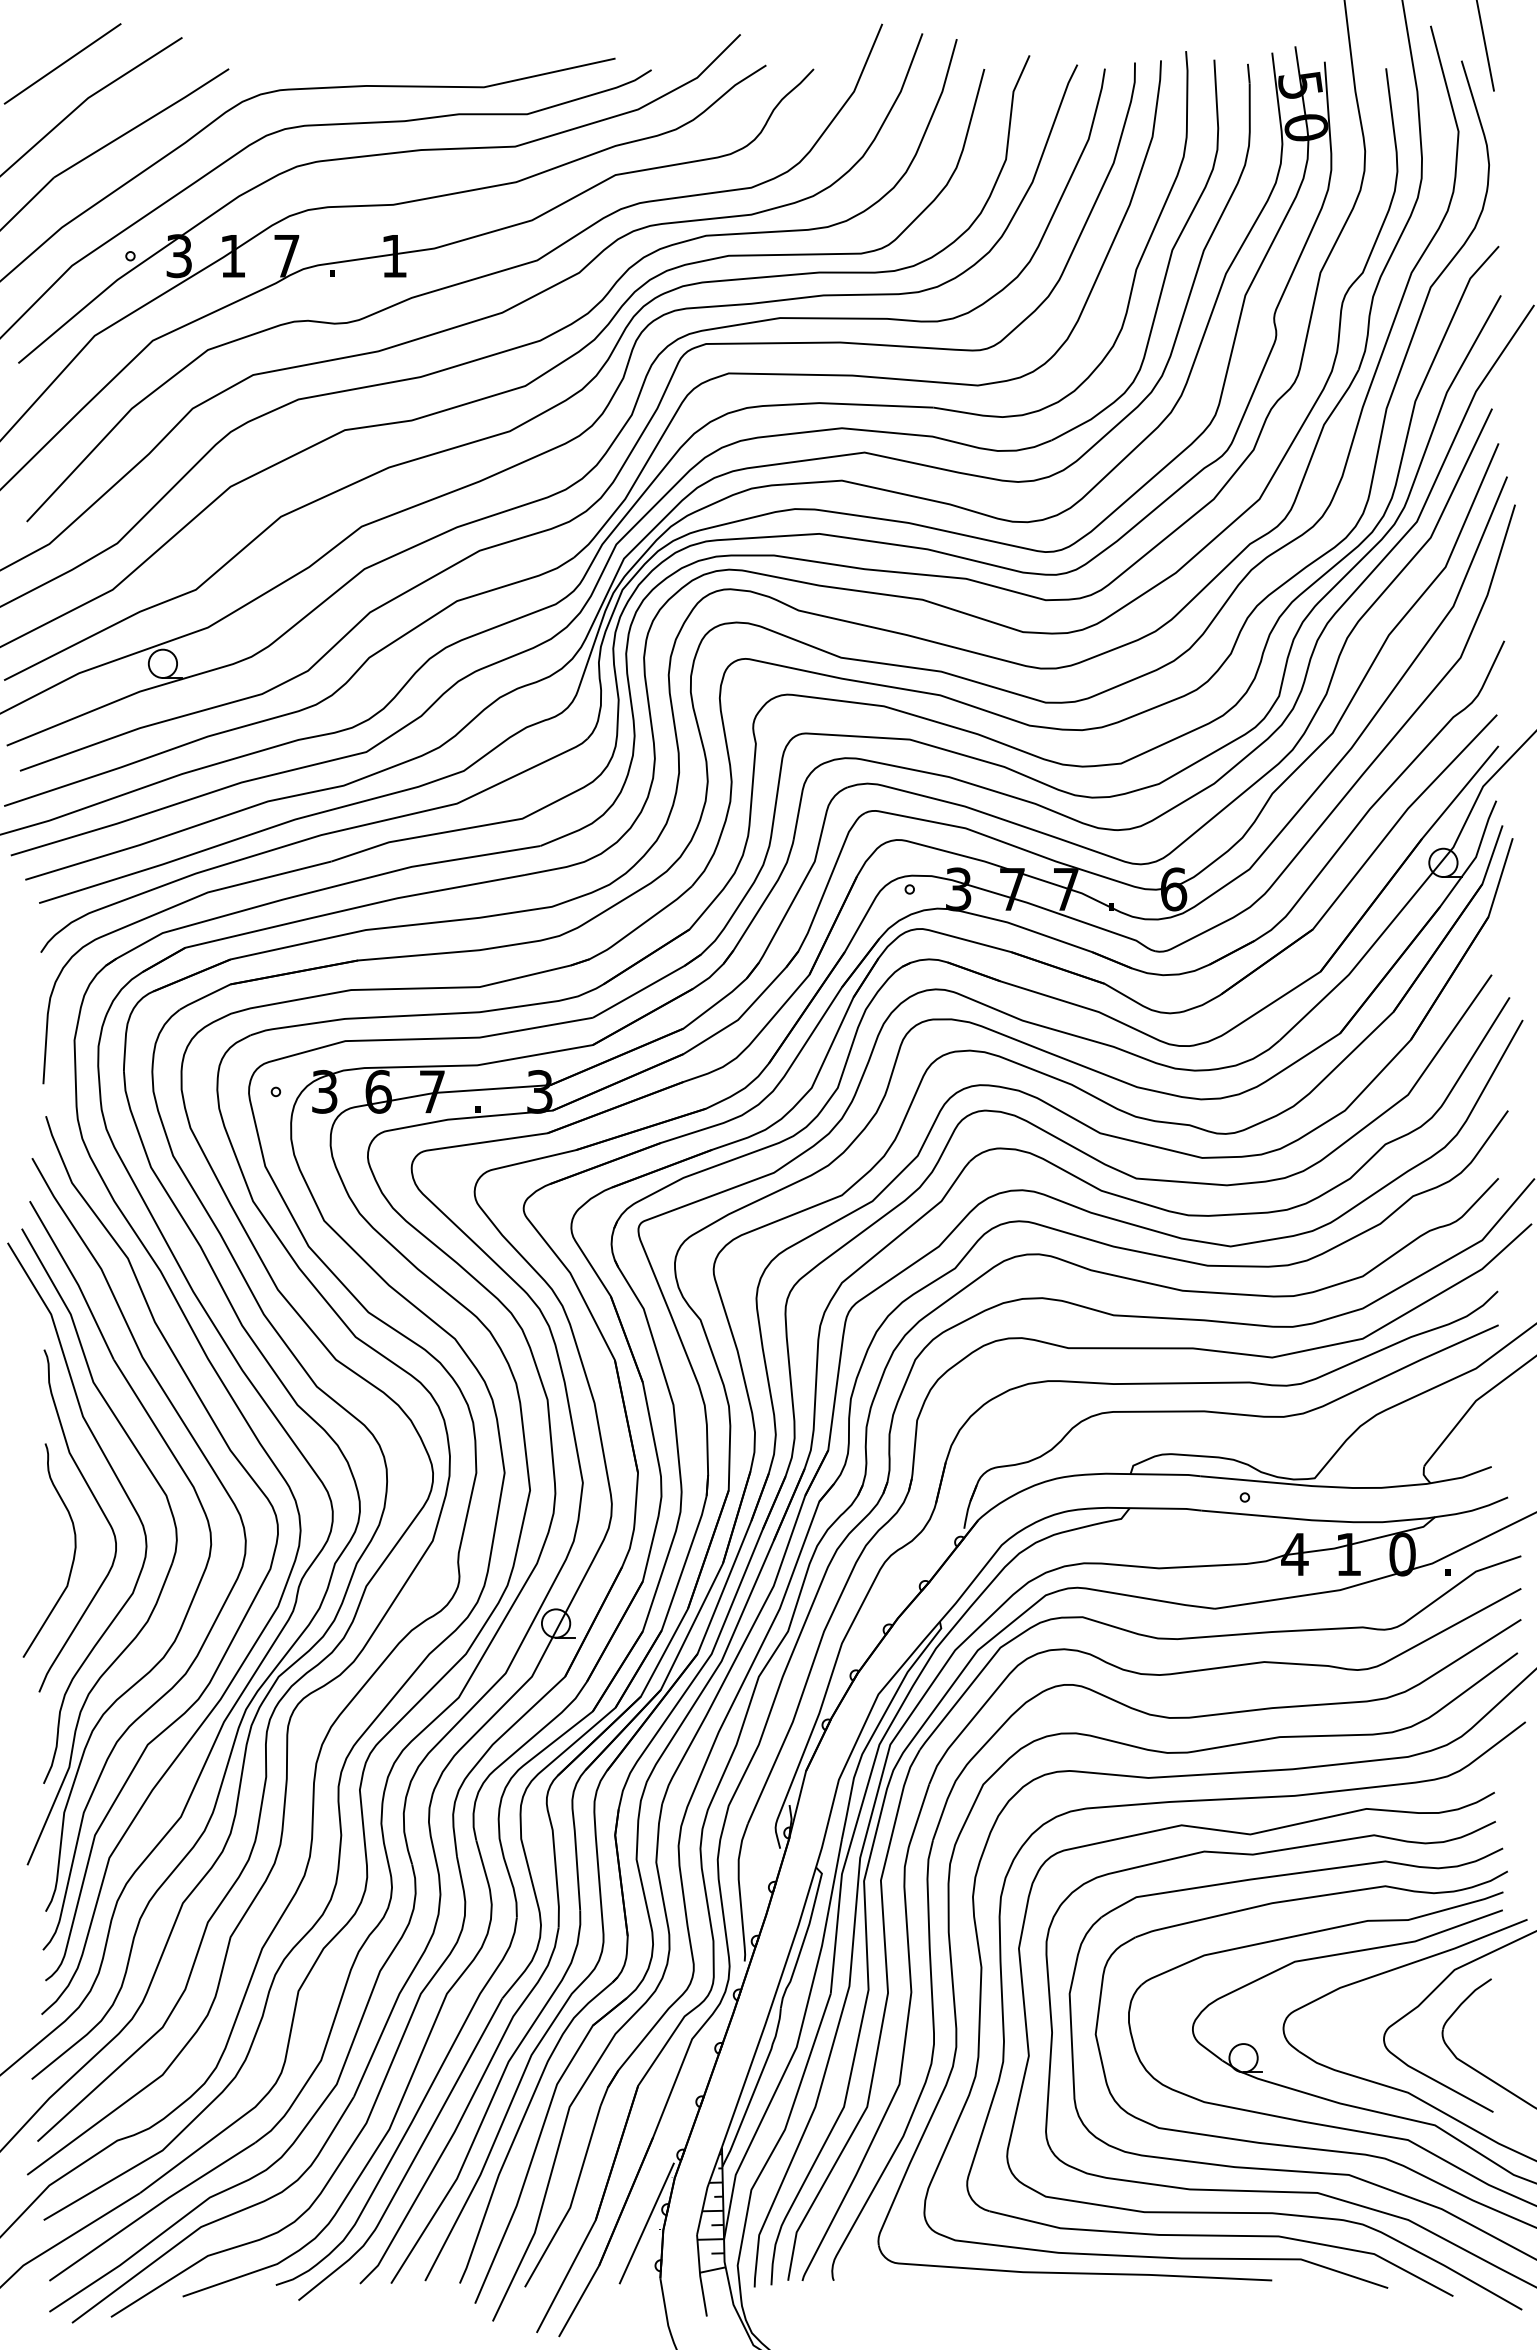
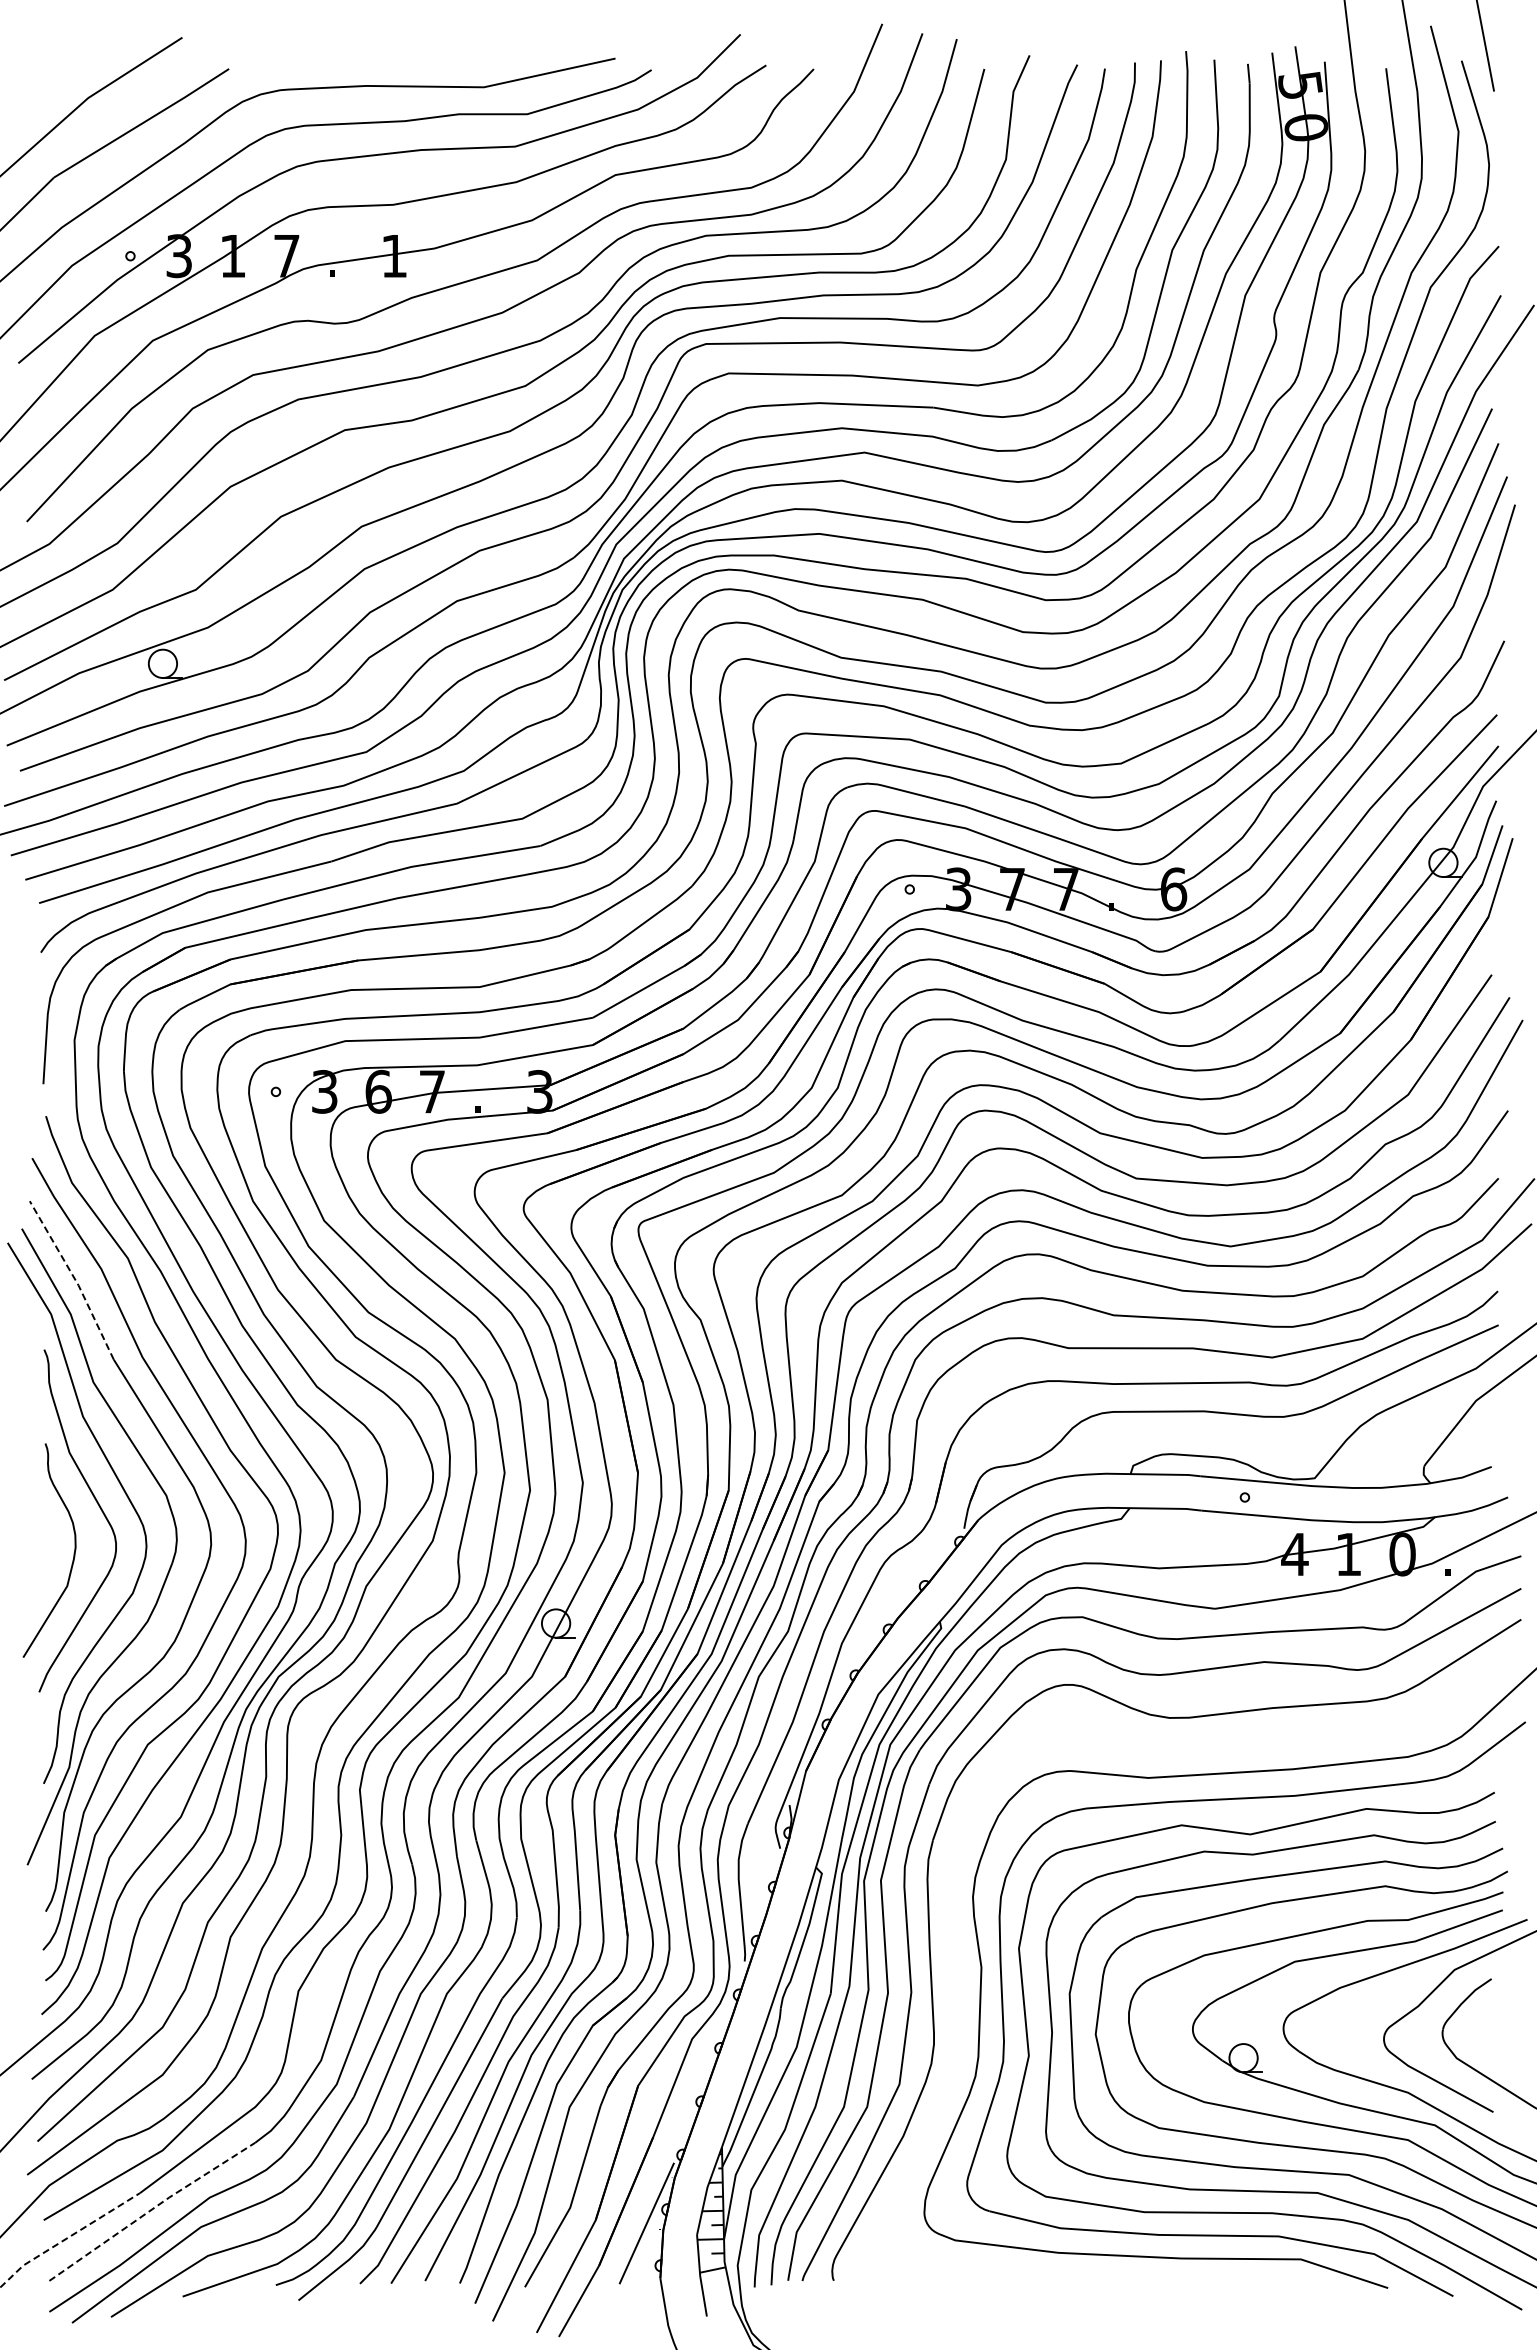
line at (62, 63): present -> none
line at (75, 1279): solid -> dashed
part at (1189, 1753): present -> none
line at (151, 2209): solid -> dashed
line at (68, 2237): solid -> dashed
